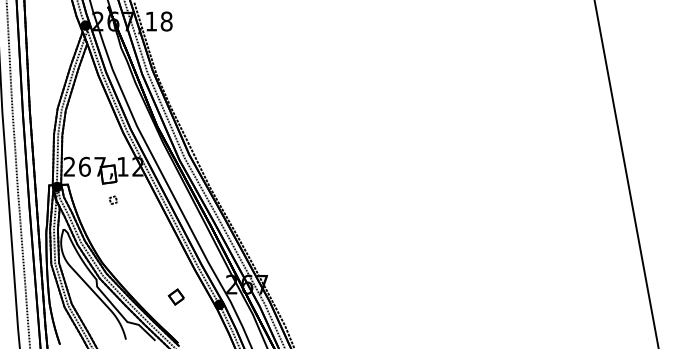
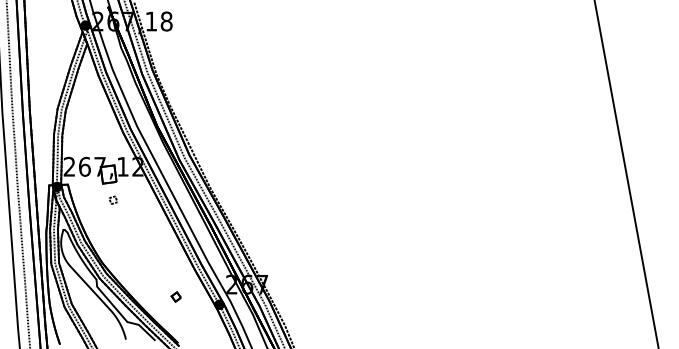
part at (175, 296) size: 18x18 px -> 12x12 px
